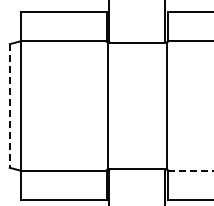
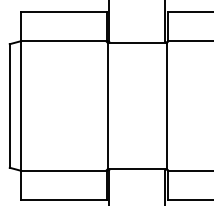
line at (9, 105): dashed -> solid
line at (191, 170): dashed -> solid
